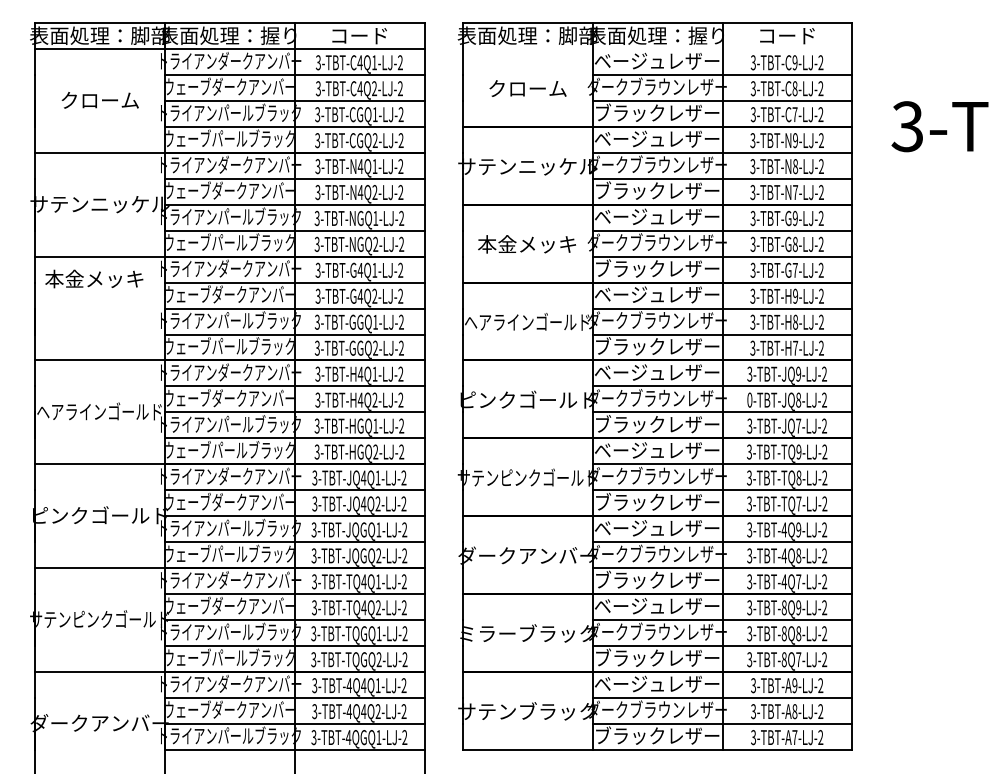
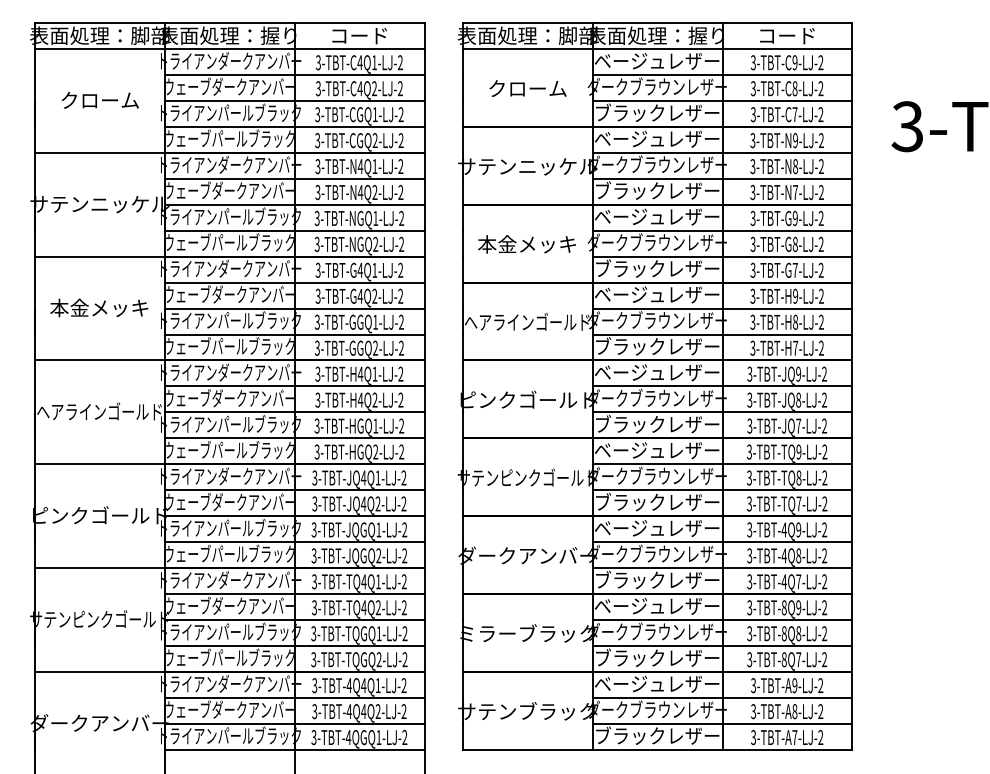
line at (657, 49): none -> present
text at (94, 278) position: (94, 278) -> (99, 307)
text at (749, 400): 0-TBT-JQ8-LJ-2 -> 3-TBT-JQ8-LJ-2
